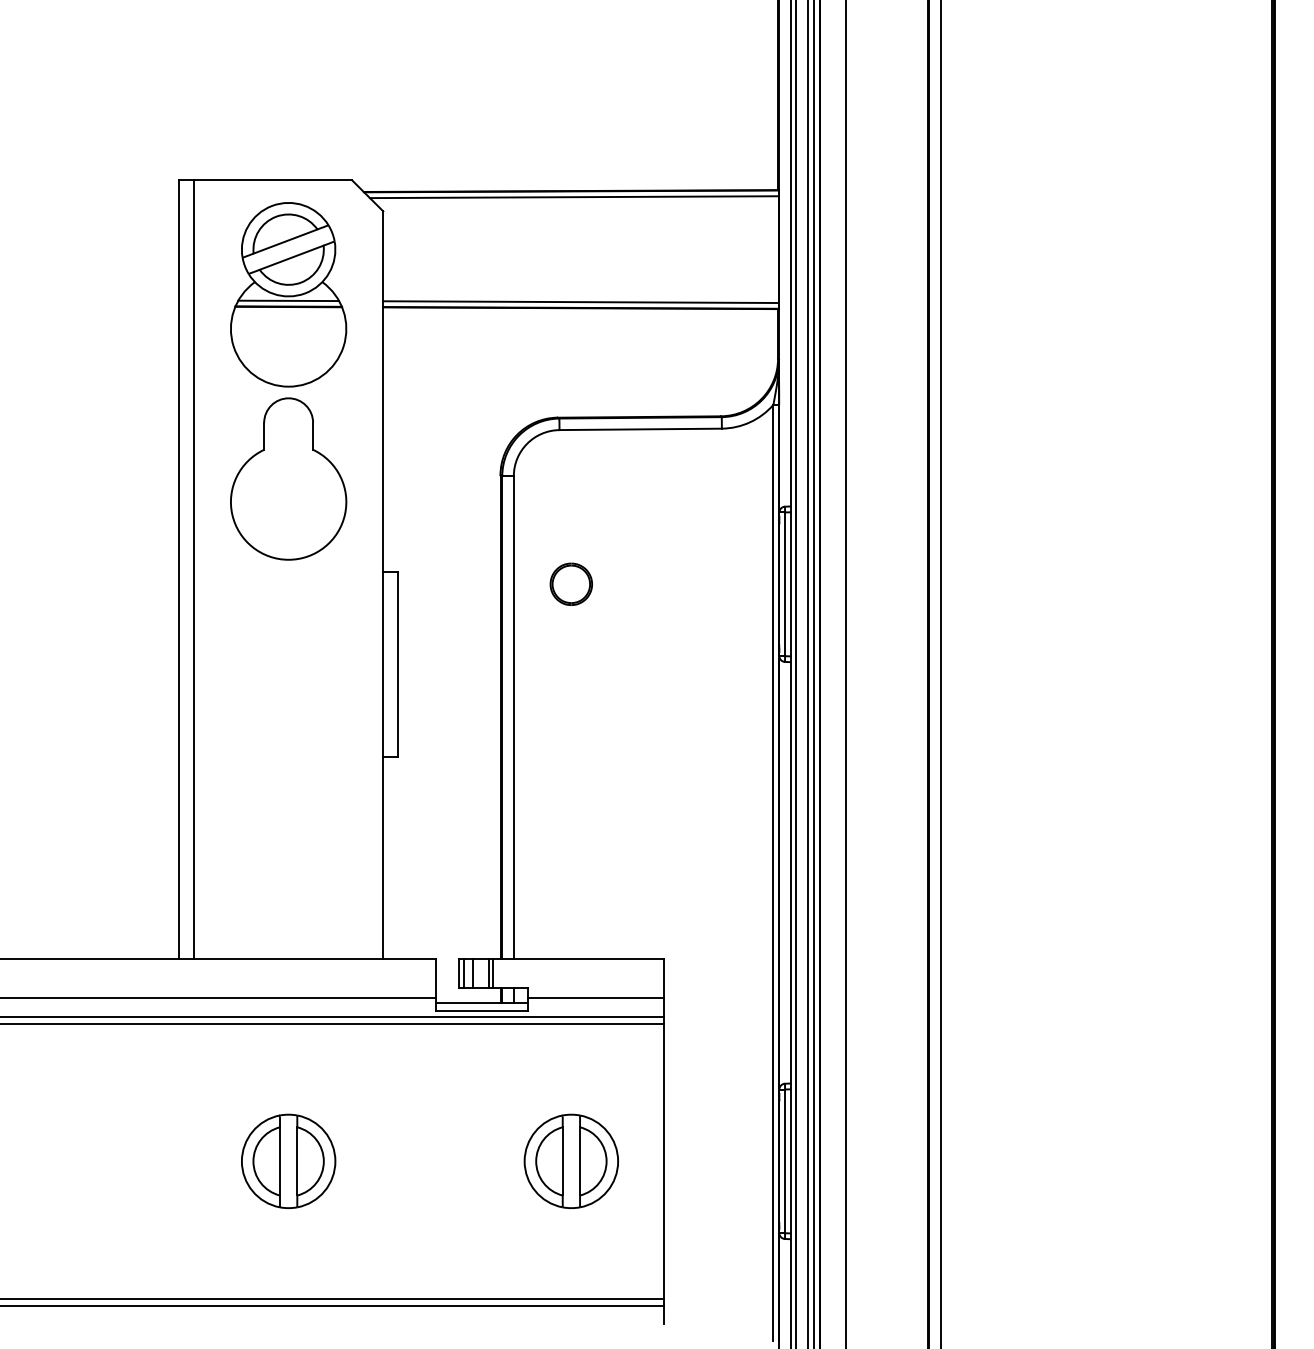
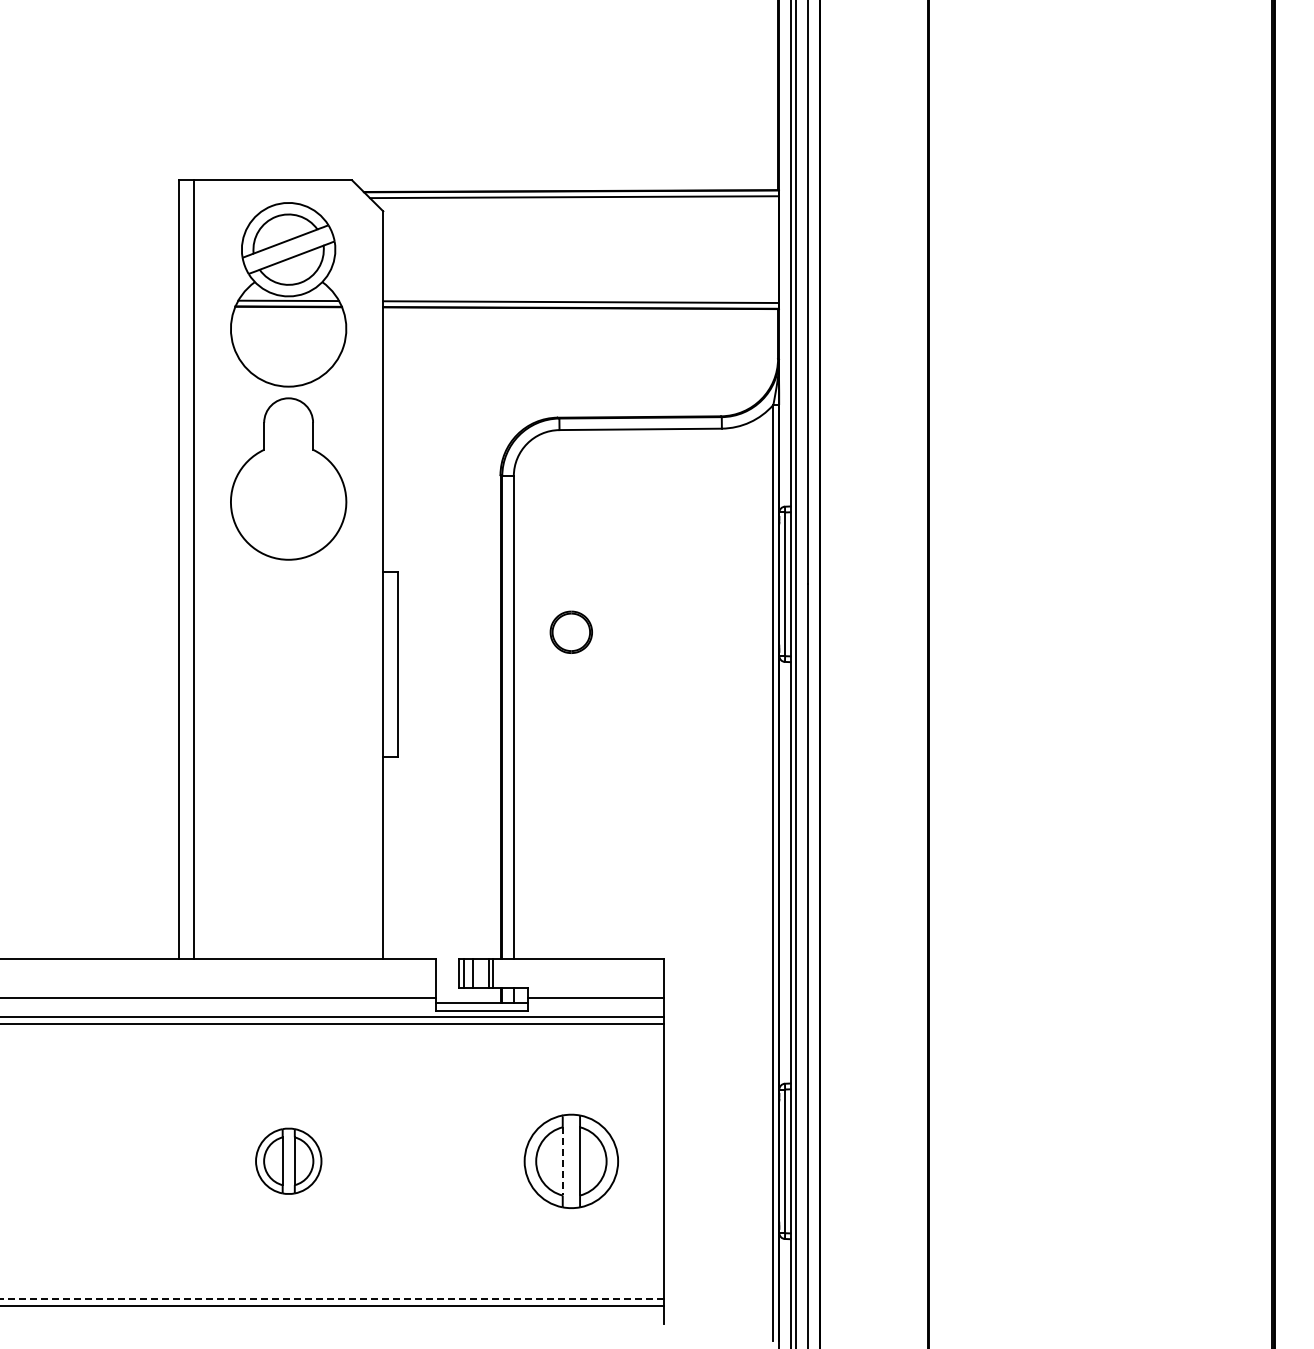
part at (570, 583) position: (570, 583) -> (570, 631)
line at (814, 673): present -> none
line at (845, 673): present -> none
line at (940, 673): present -> none
part at (288, 1160) size: 96x96 px -> 68x68 px
line at (562, 1161): solid -> dashed
line at (331, 1298): solid -> dashed
